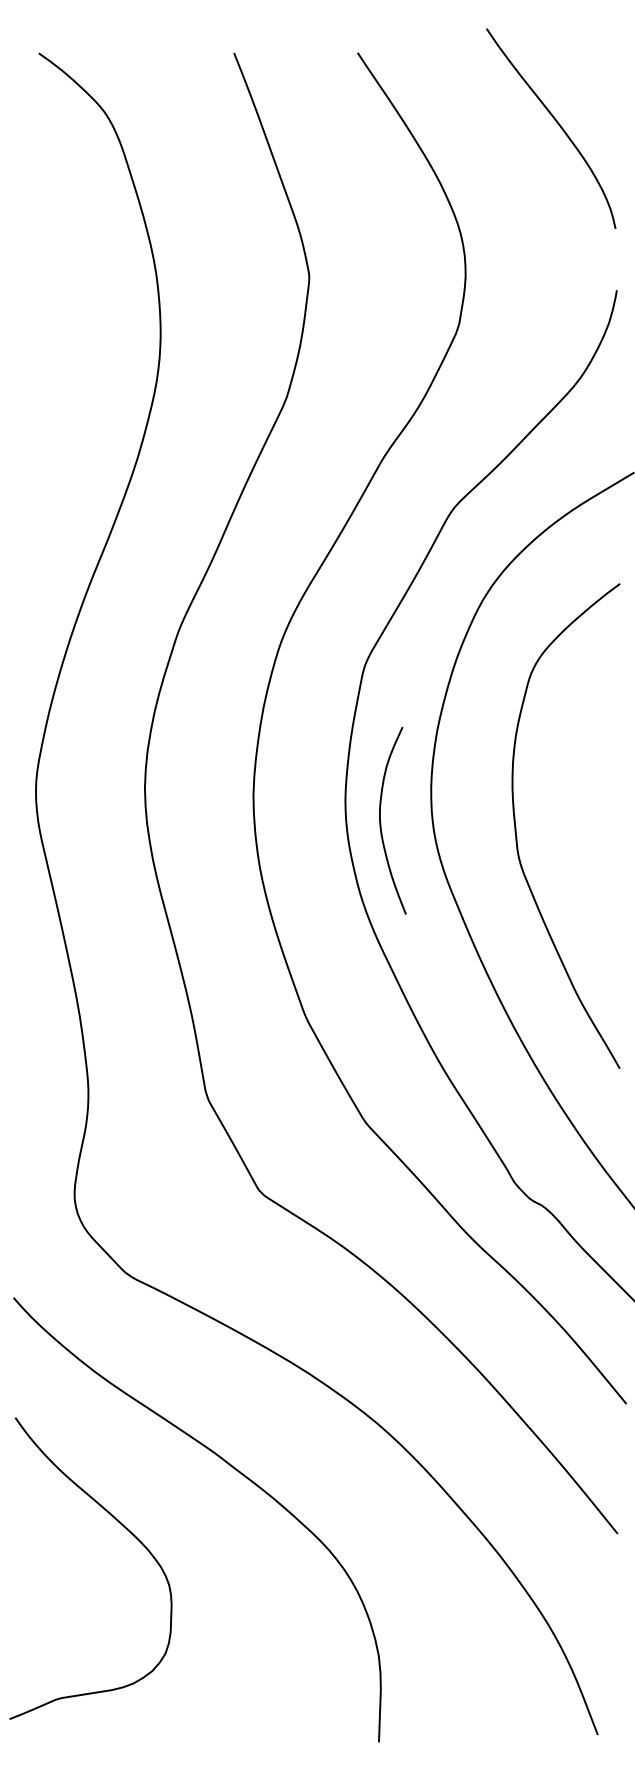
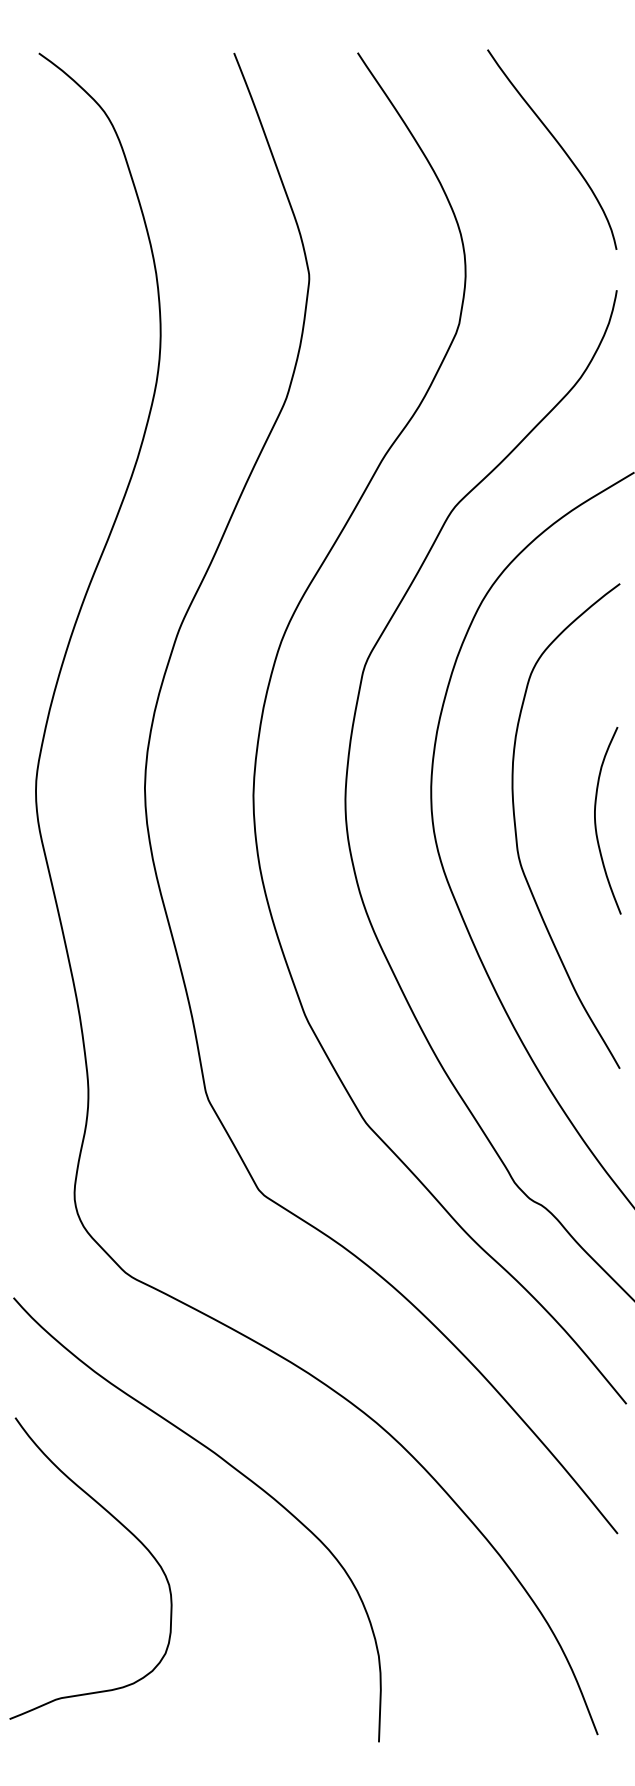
curve at (557, 124) position: (557, 124) -> (558, 145)
curve at (381, 822) position: (381, 822) -> (596, 822)
